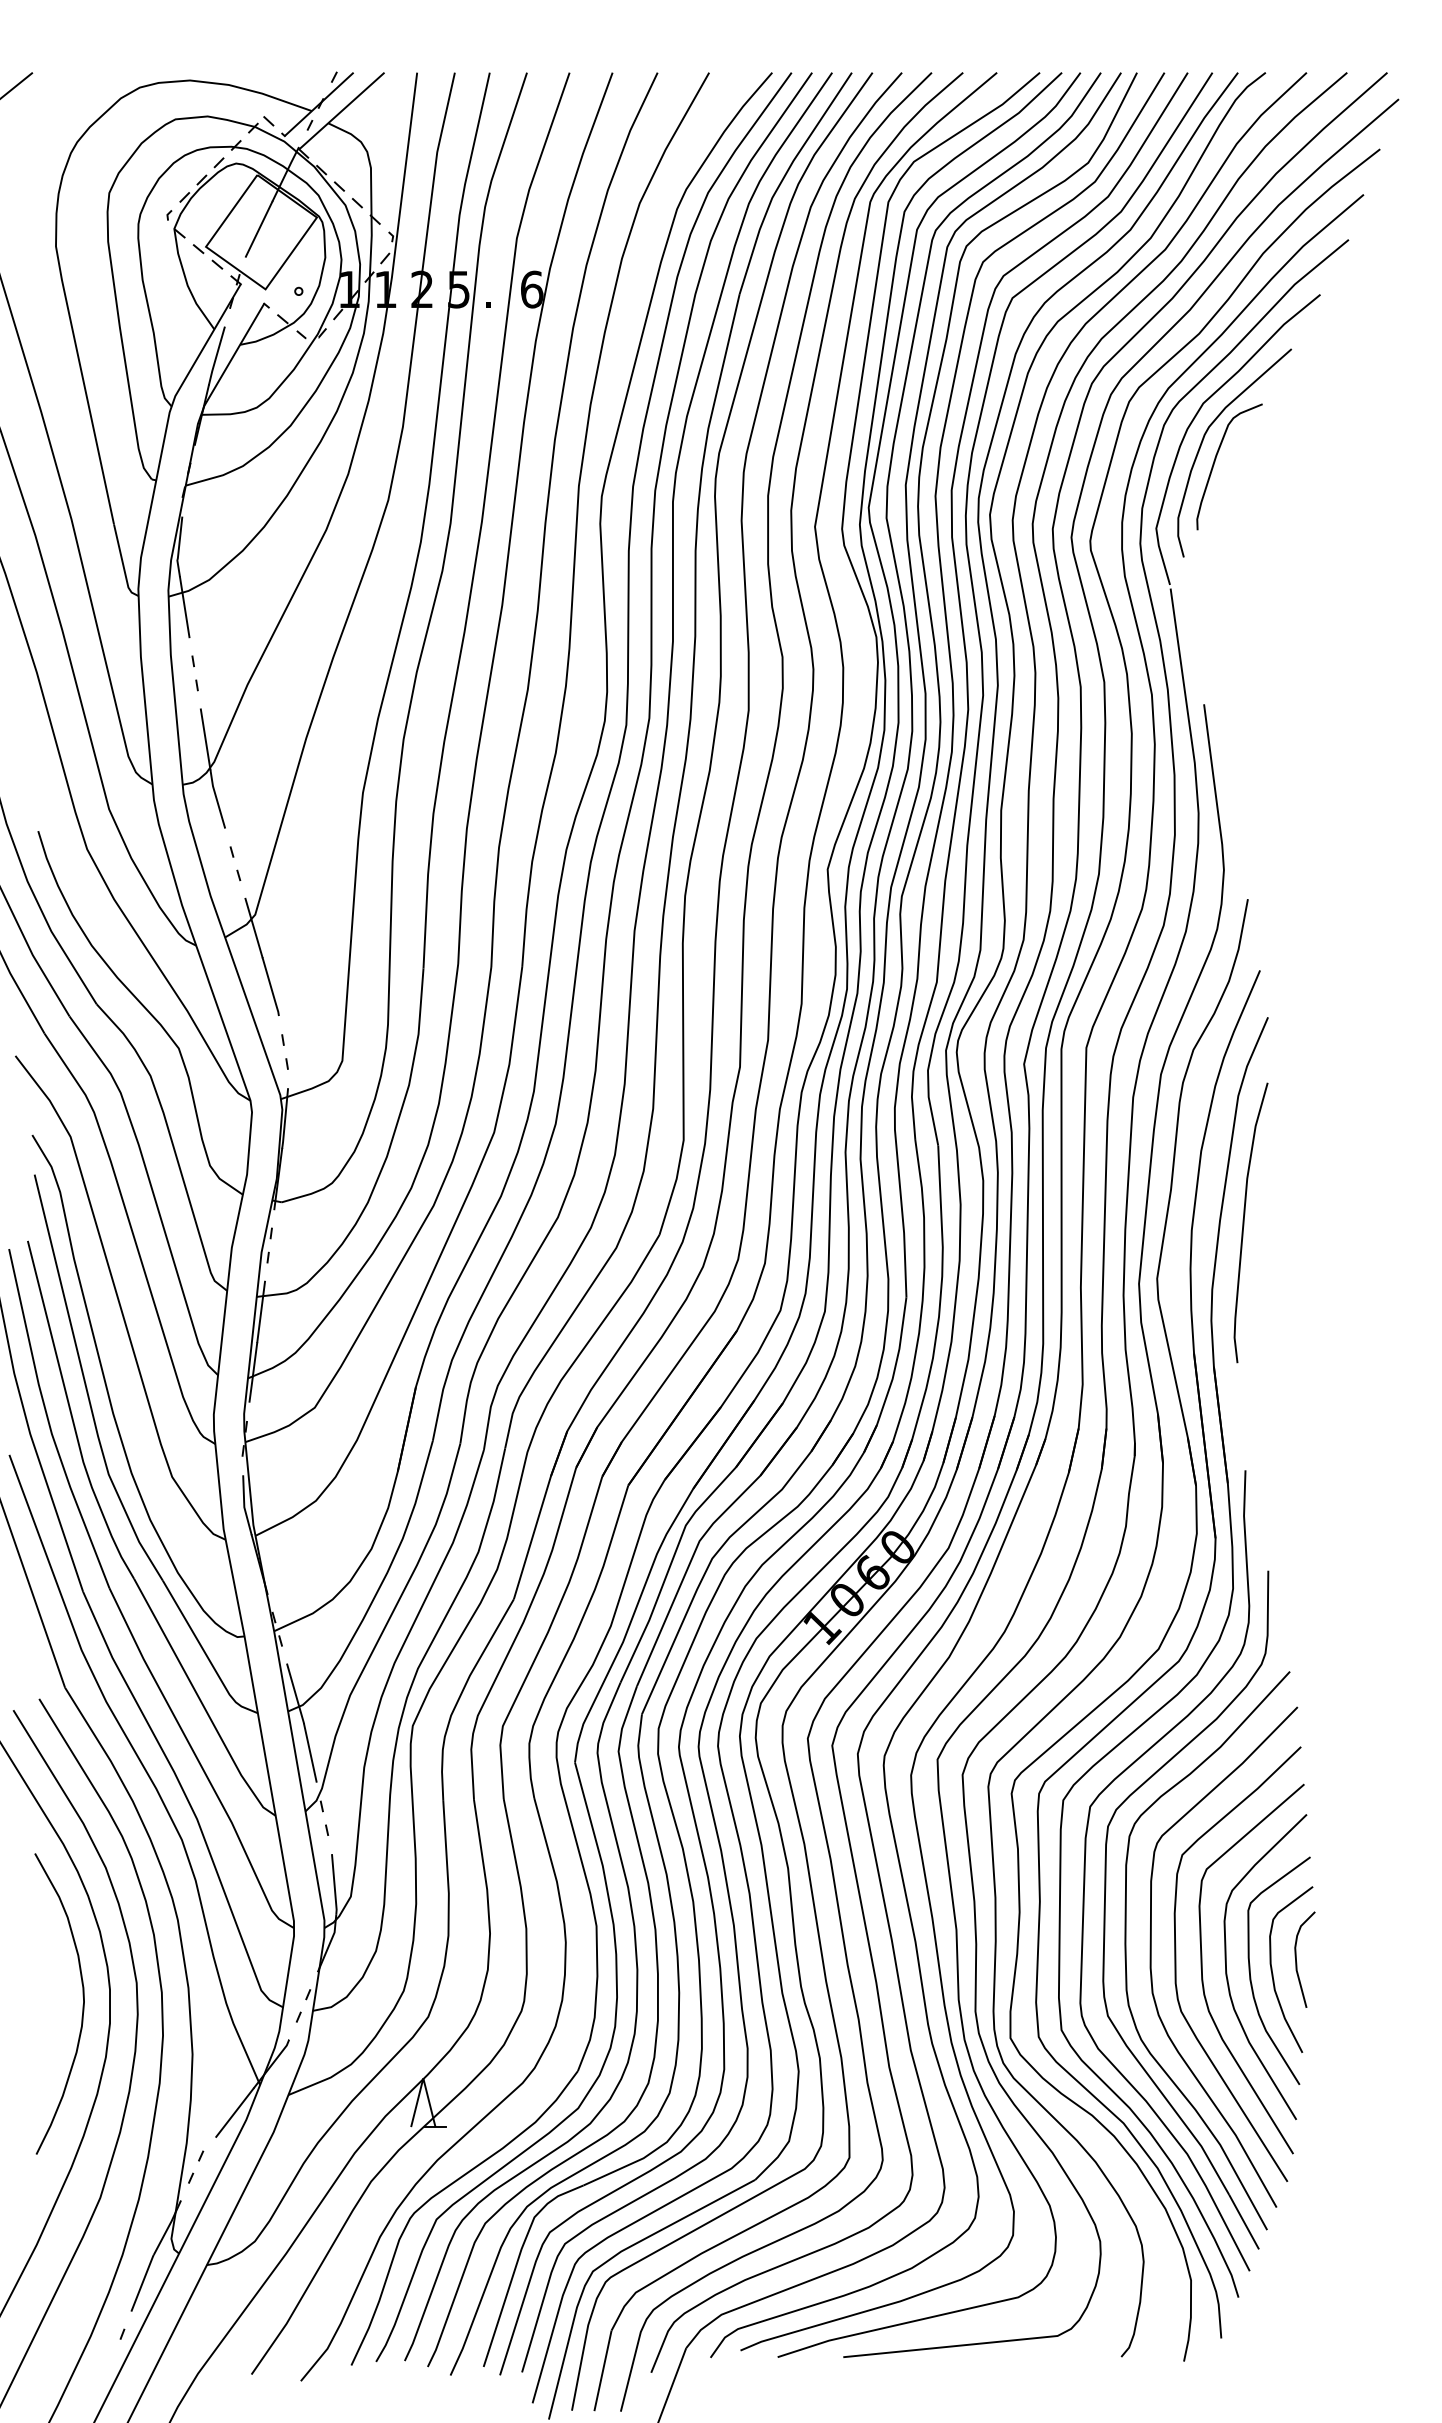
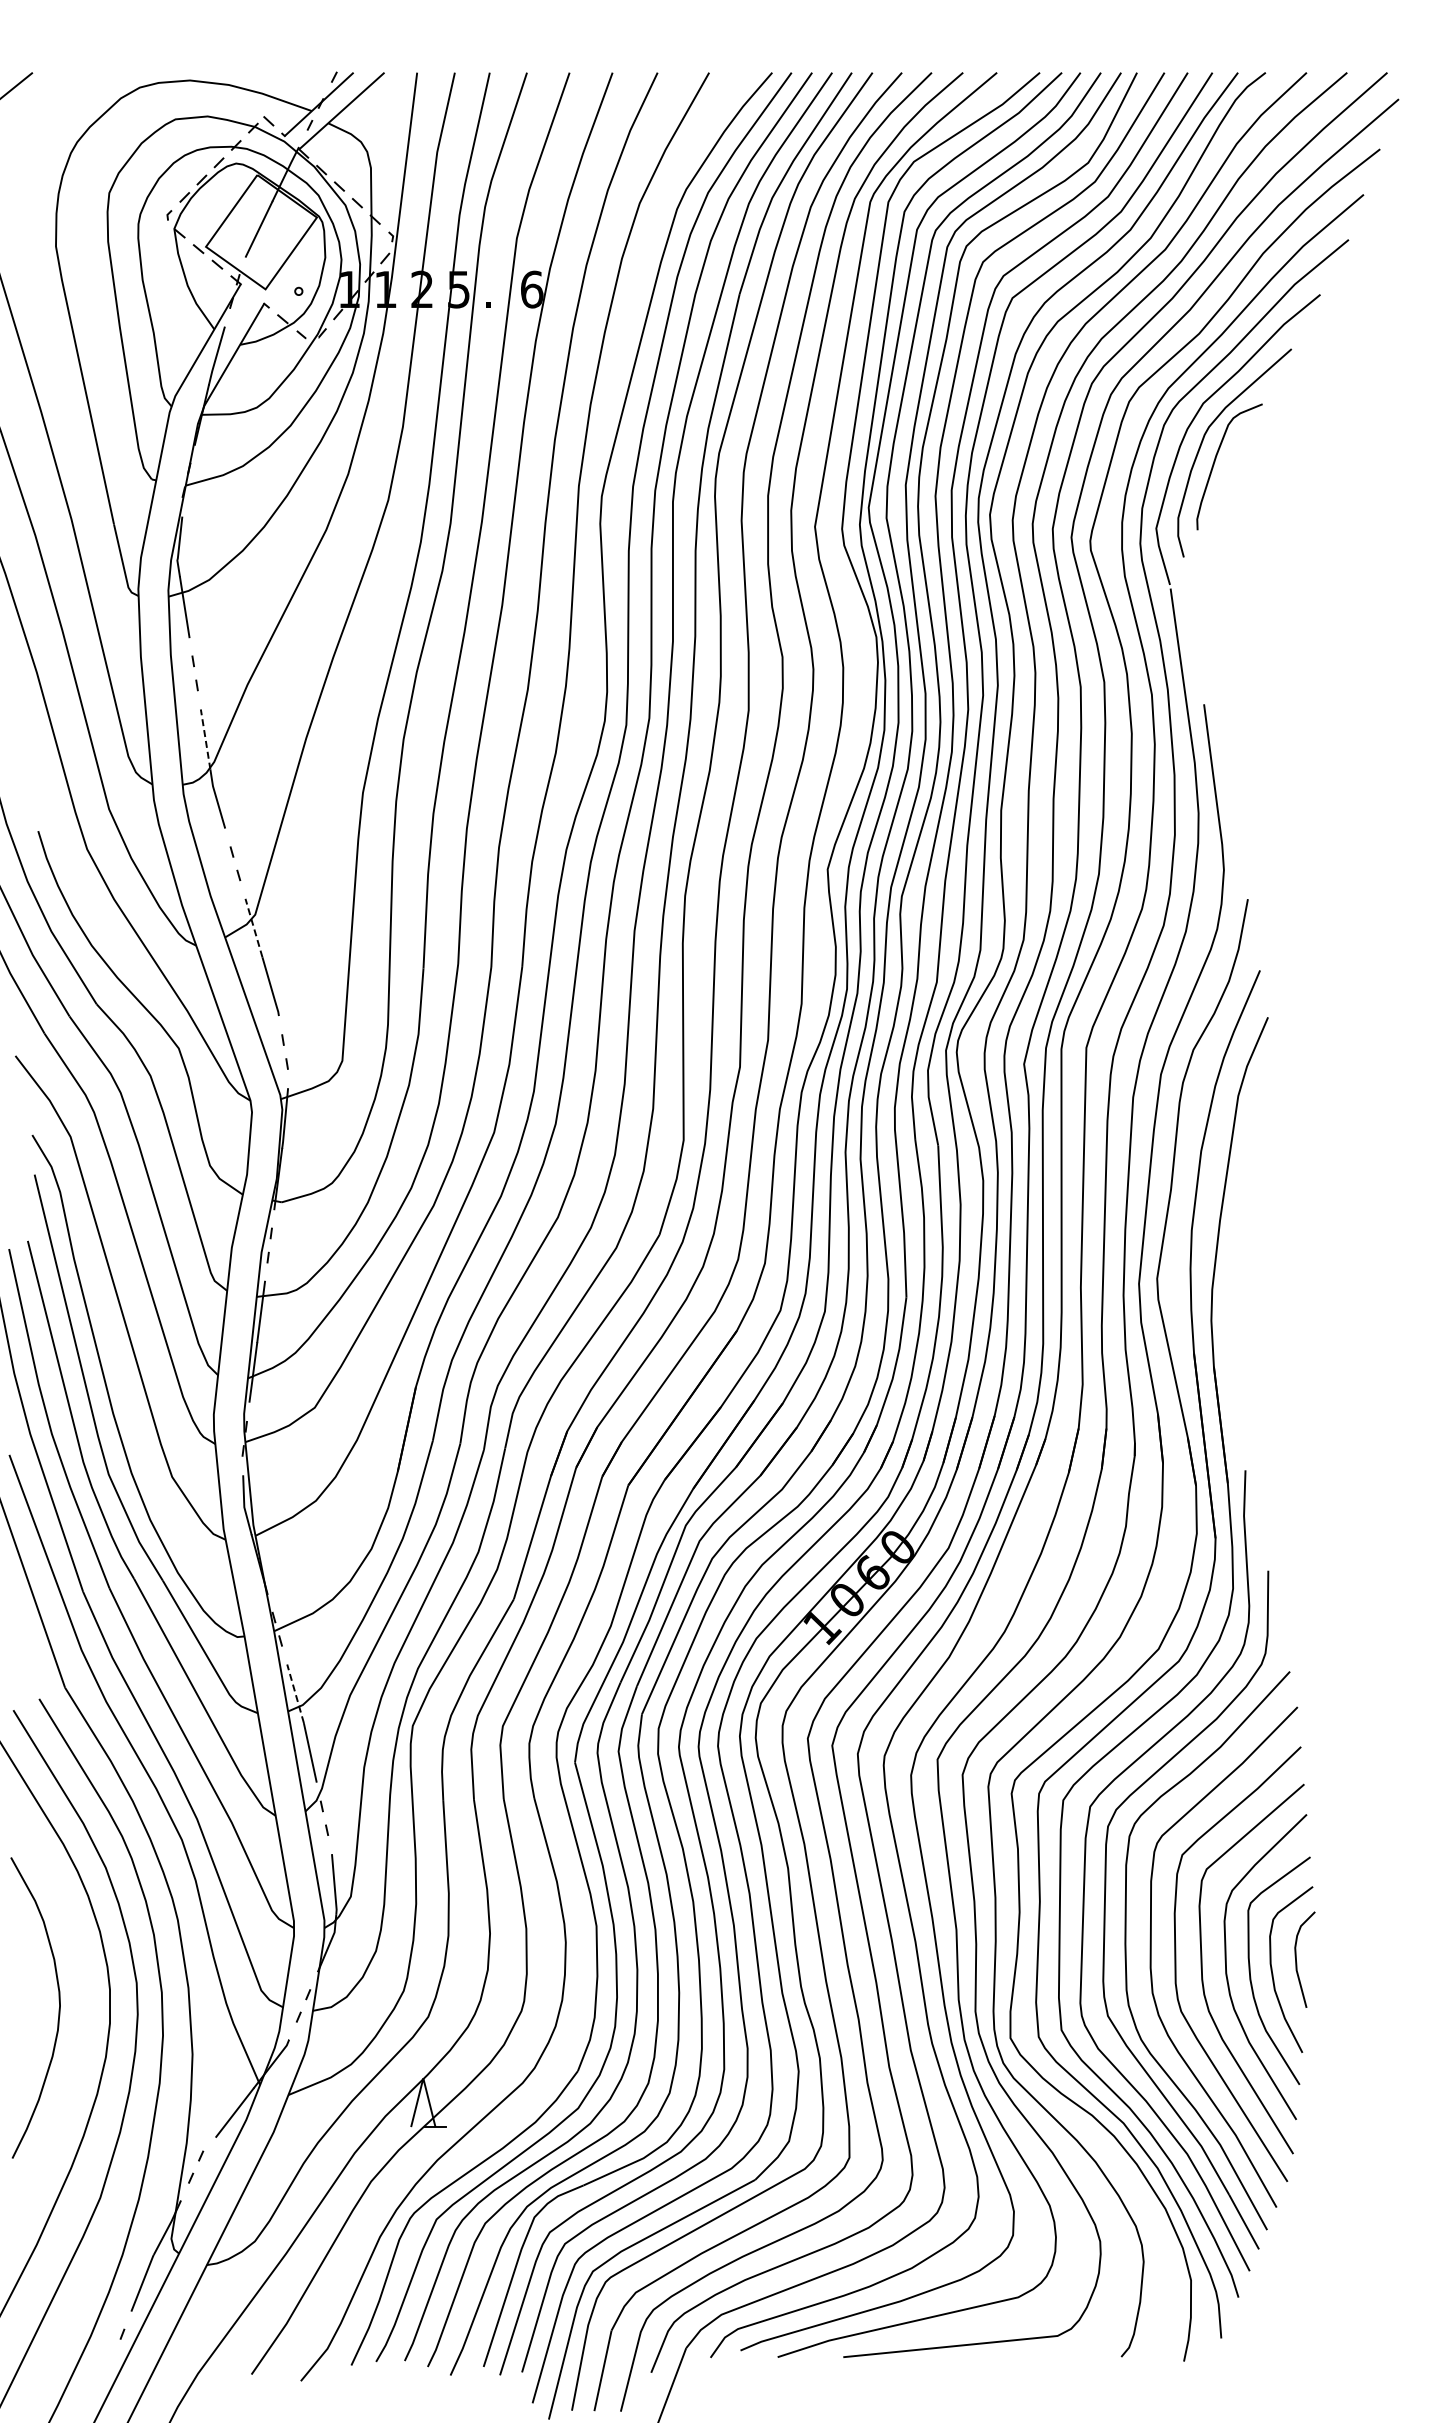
line at (205, 739): solid -> dashed
line at (253, 927): solid -> dashed
curve at (1244, 1222): present -> none
line at (295, 1693): solid -> dashed
curve at (82, 2005) position: (82, 2005) -> (58, 2009)
